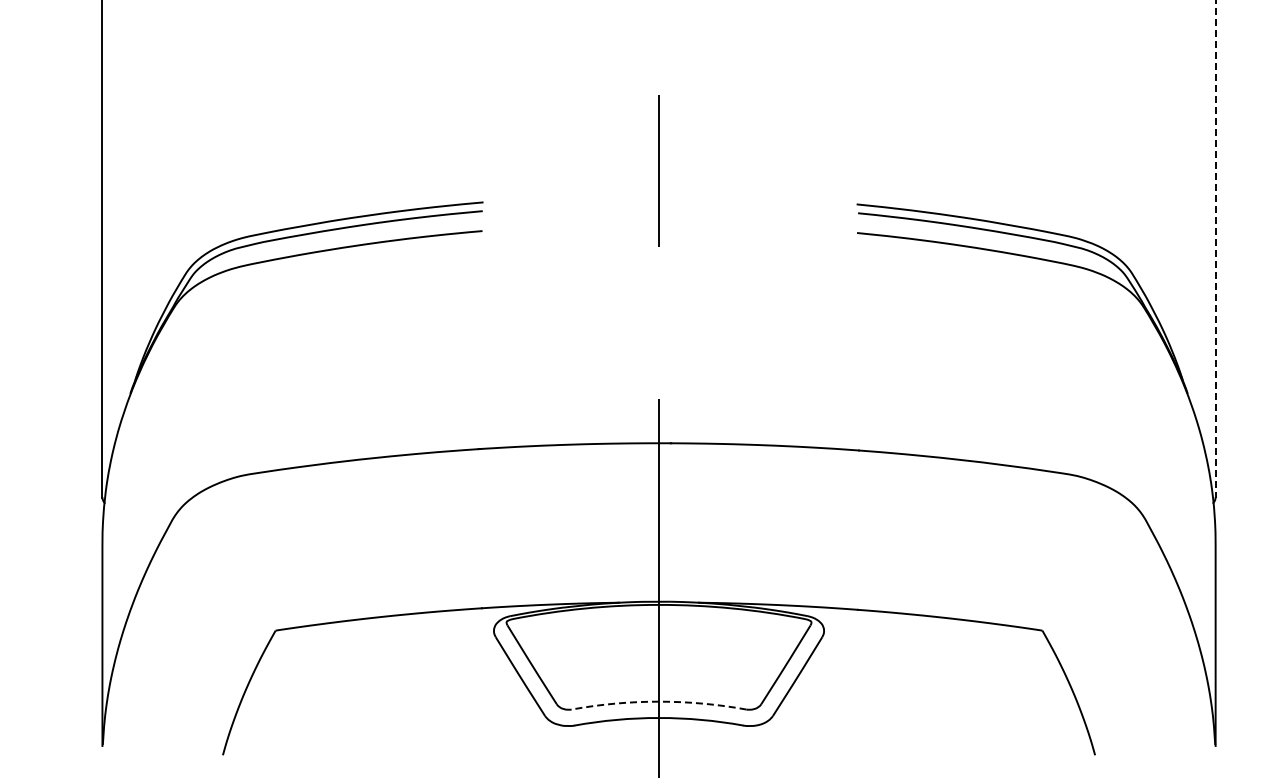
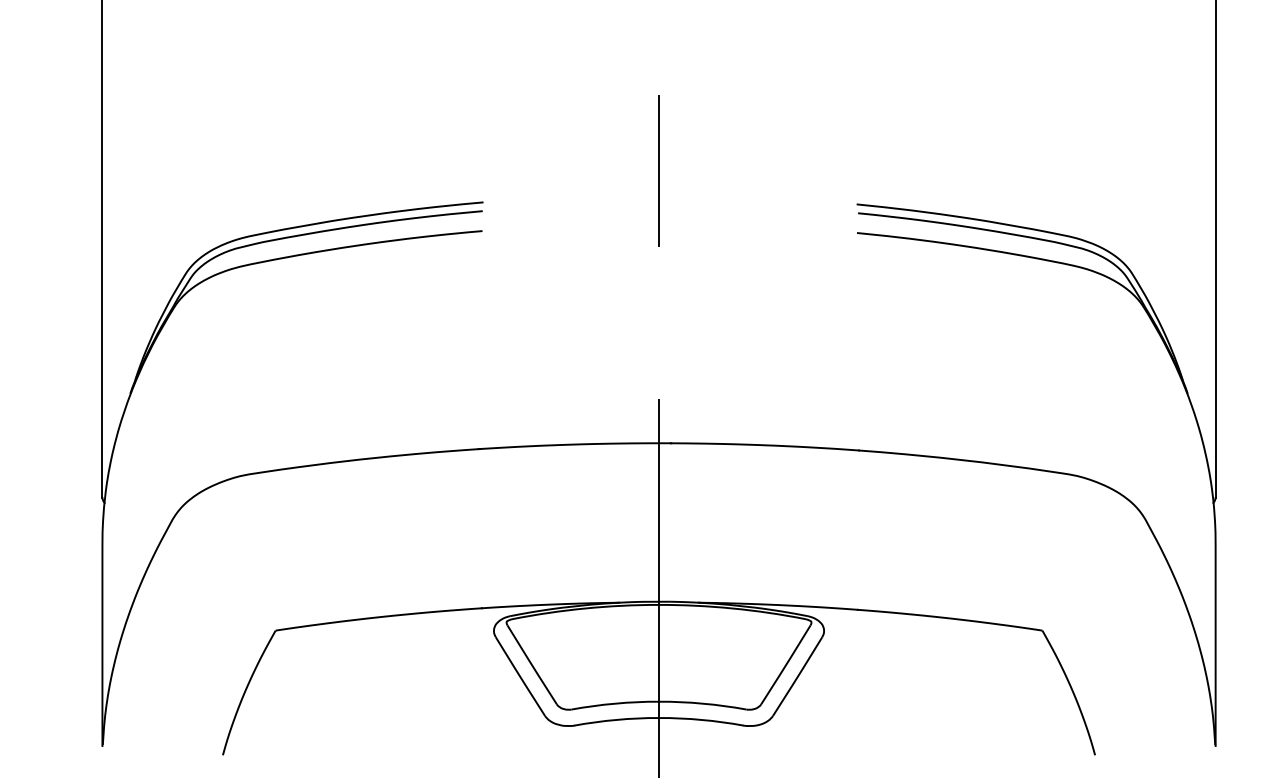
line at (1215, 249): dashed -> solid
arc at (659, 701): dashed -> solid
